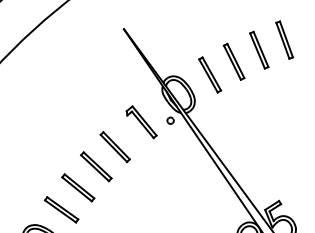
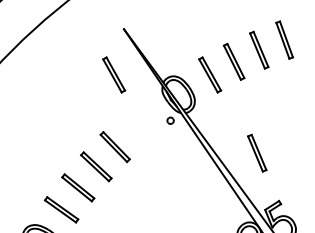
part at (114, 74): none -> present
part at (141, 122): present -> none
part at (257, 152): none -> present
